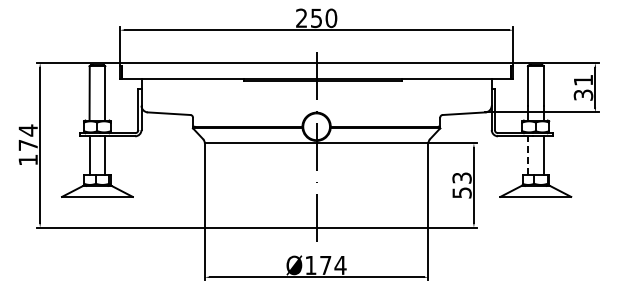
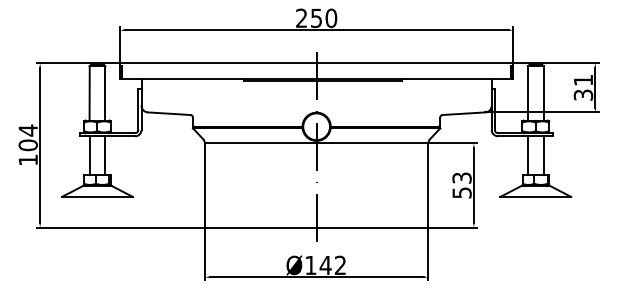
text at (27, 145): 174 -> 104
line at (527, 155): dashed -> solid
text at (332, 264): Ø174 -> Ø142
